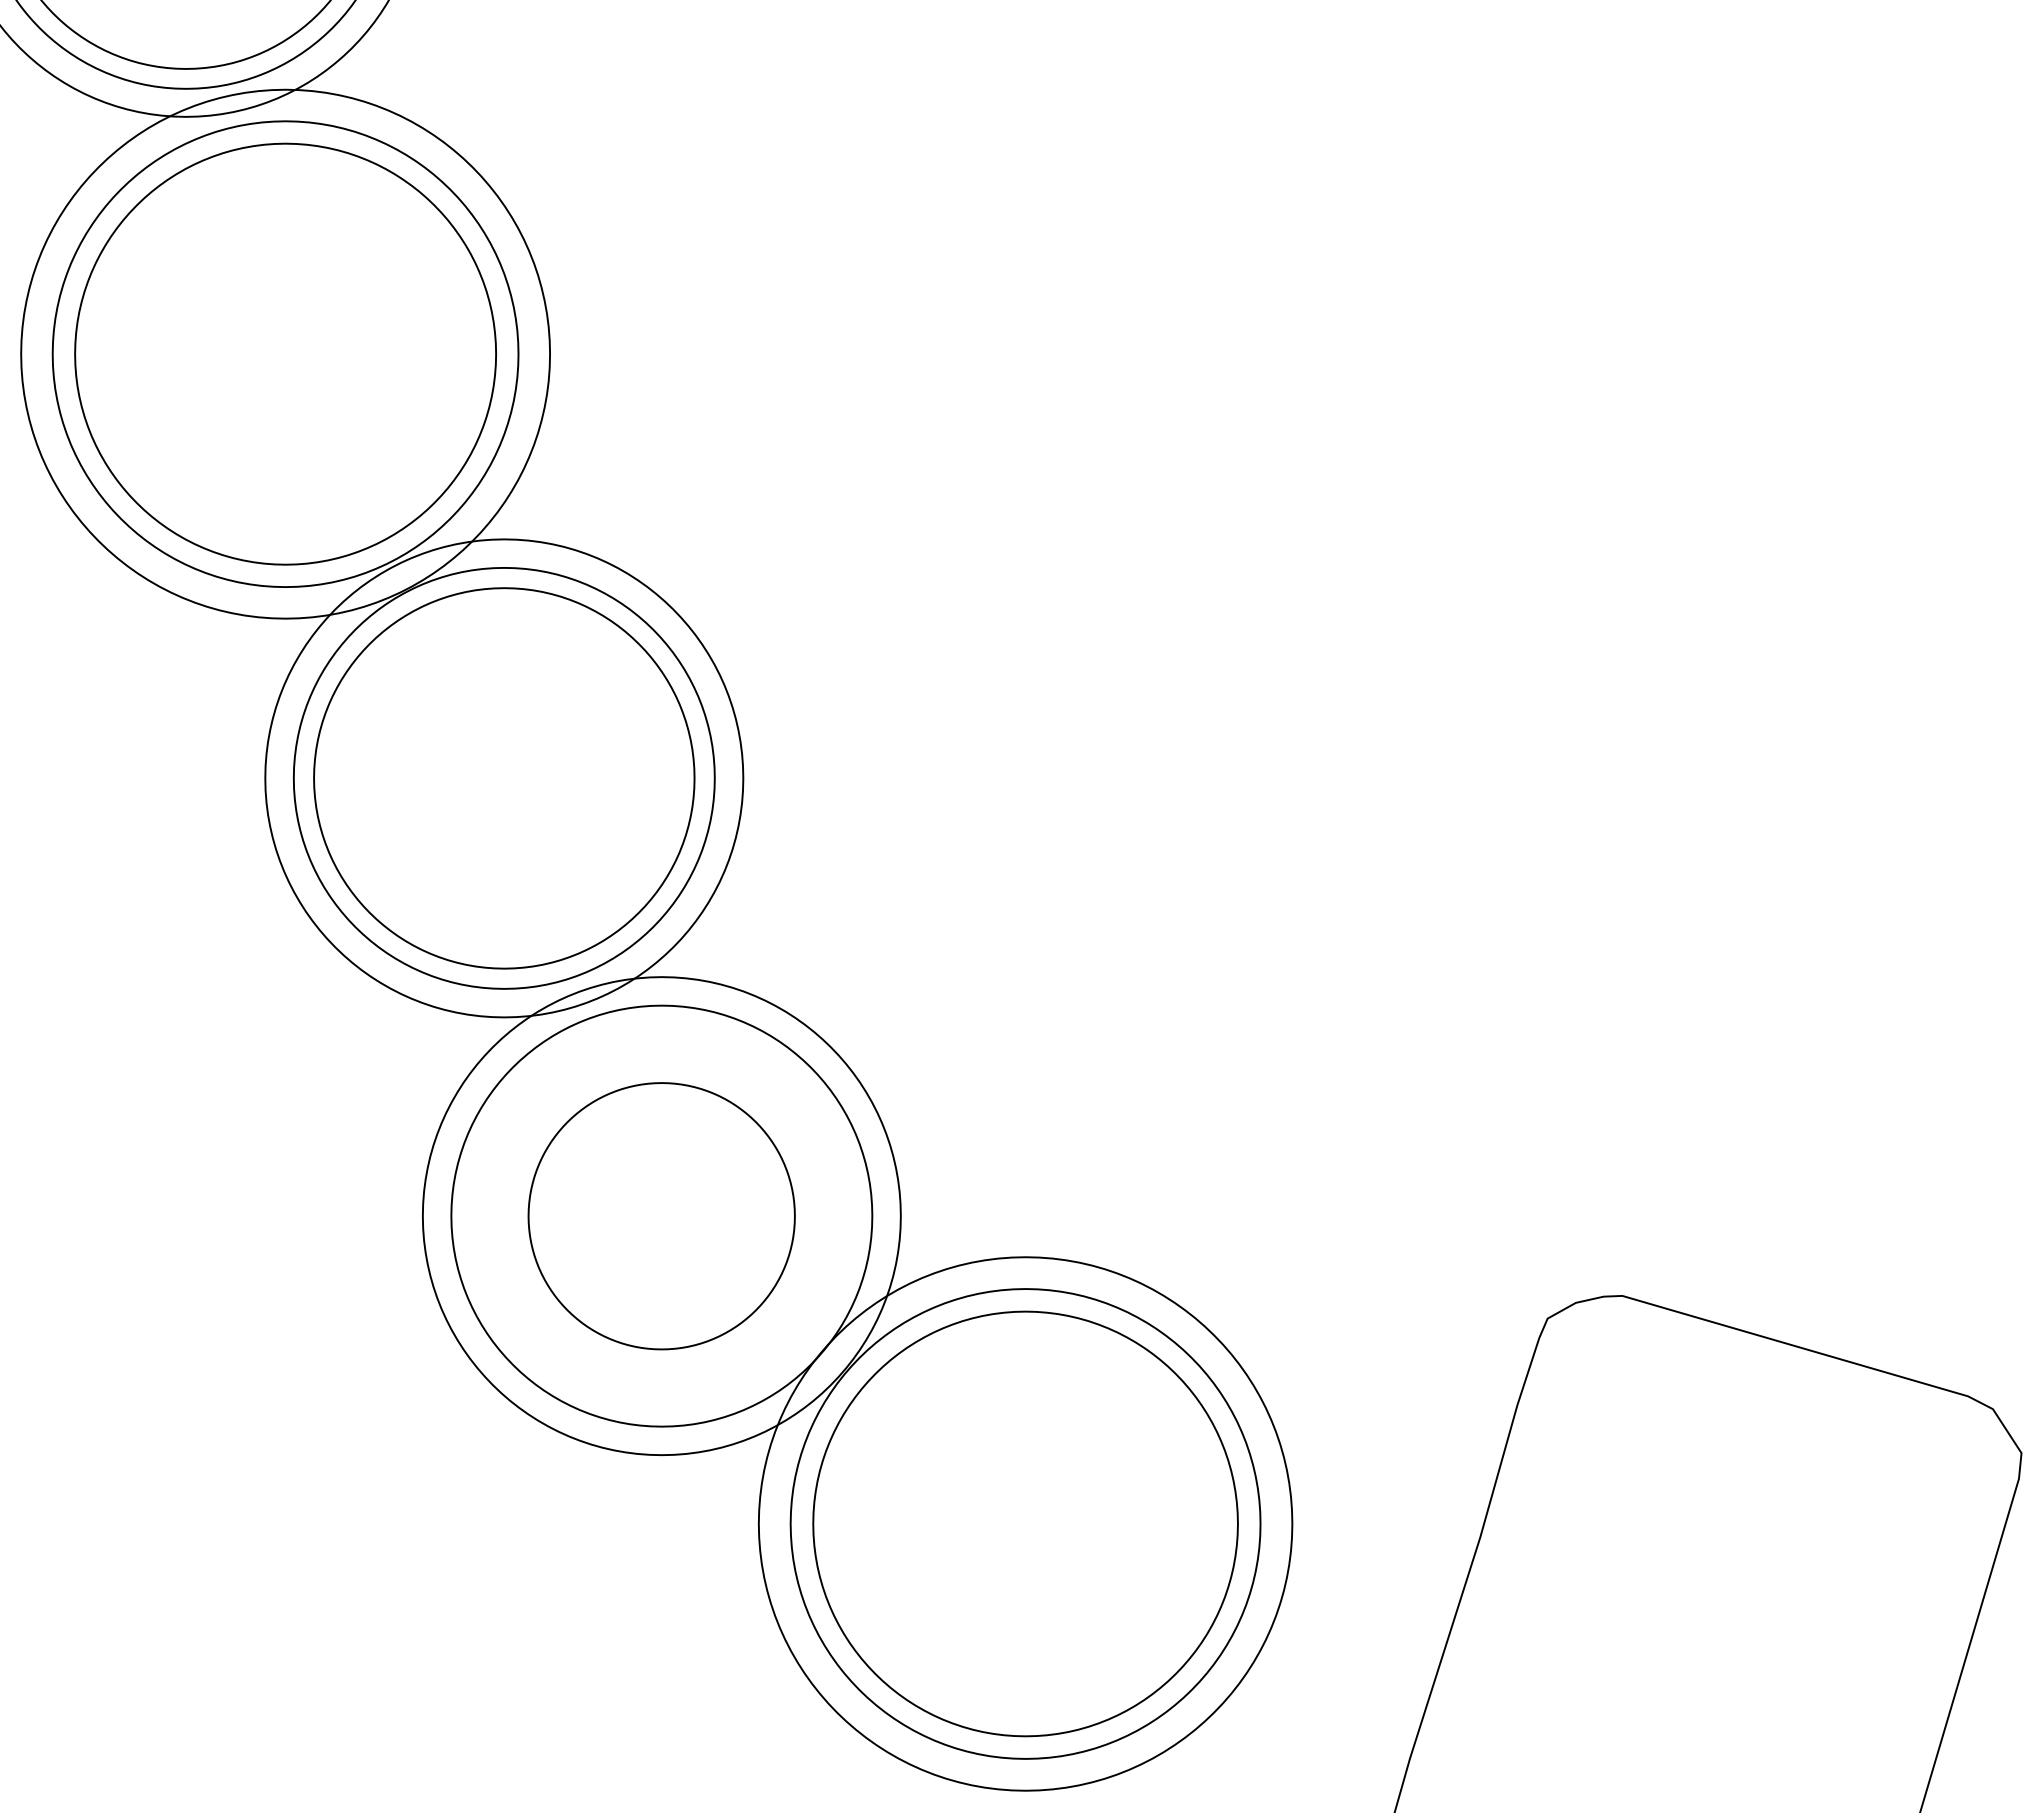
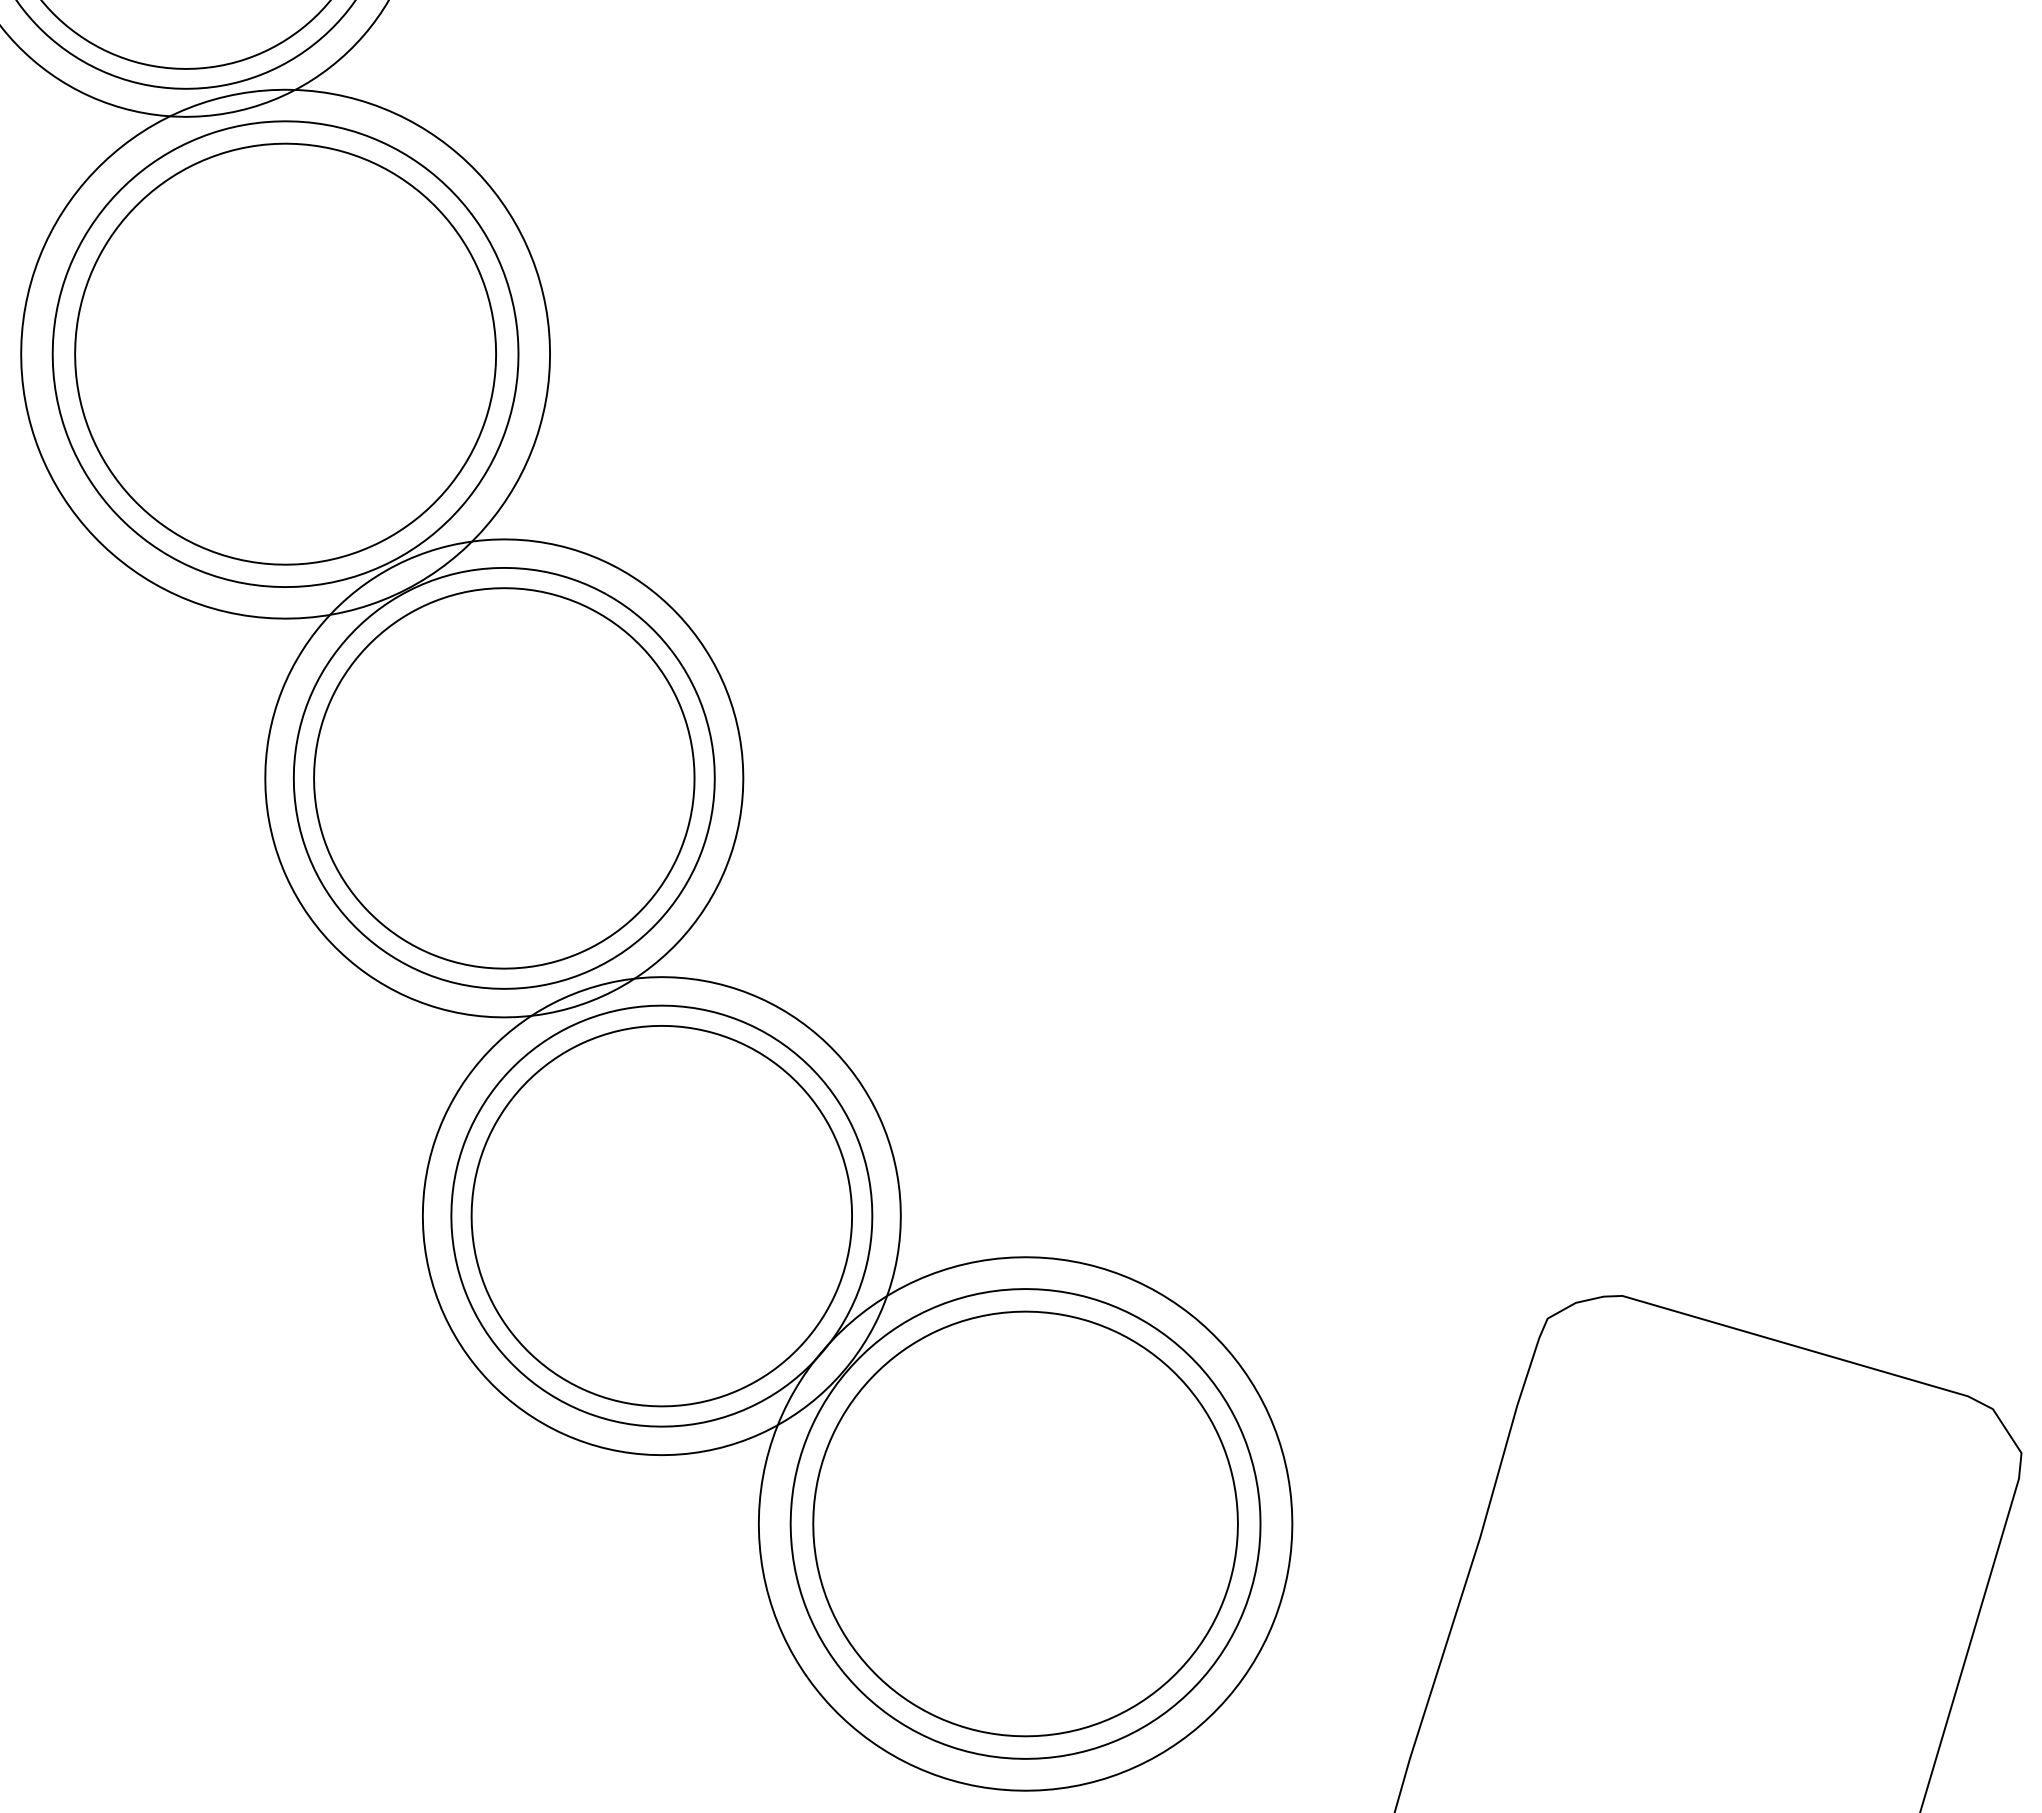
part at (661, 1216) size: 269x269 px -> 383x383 px
